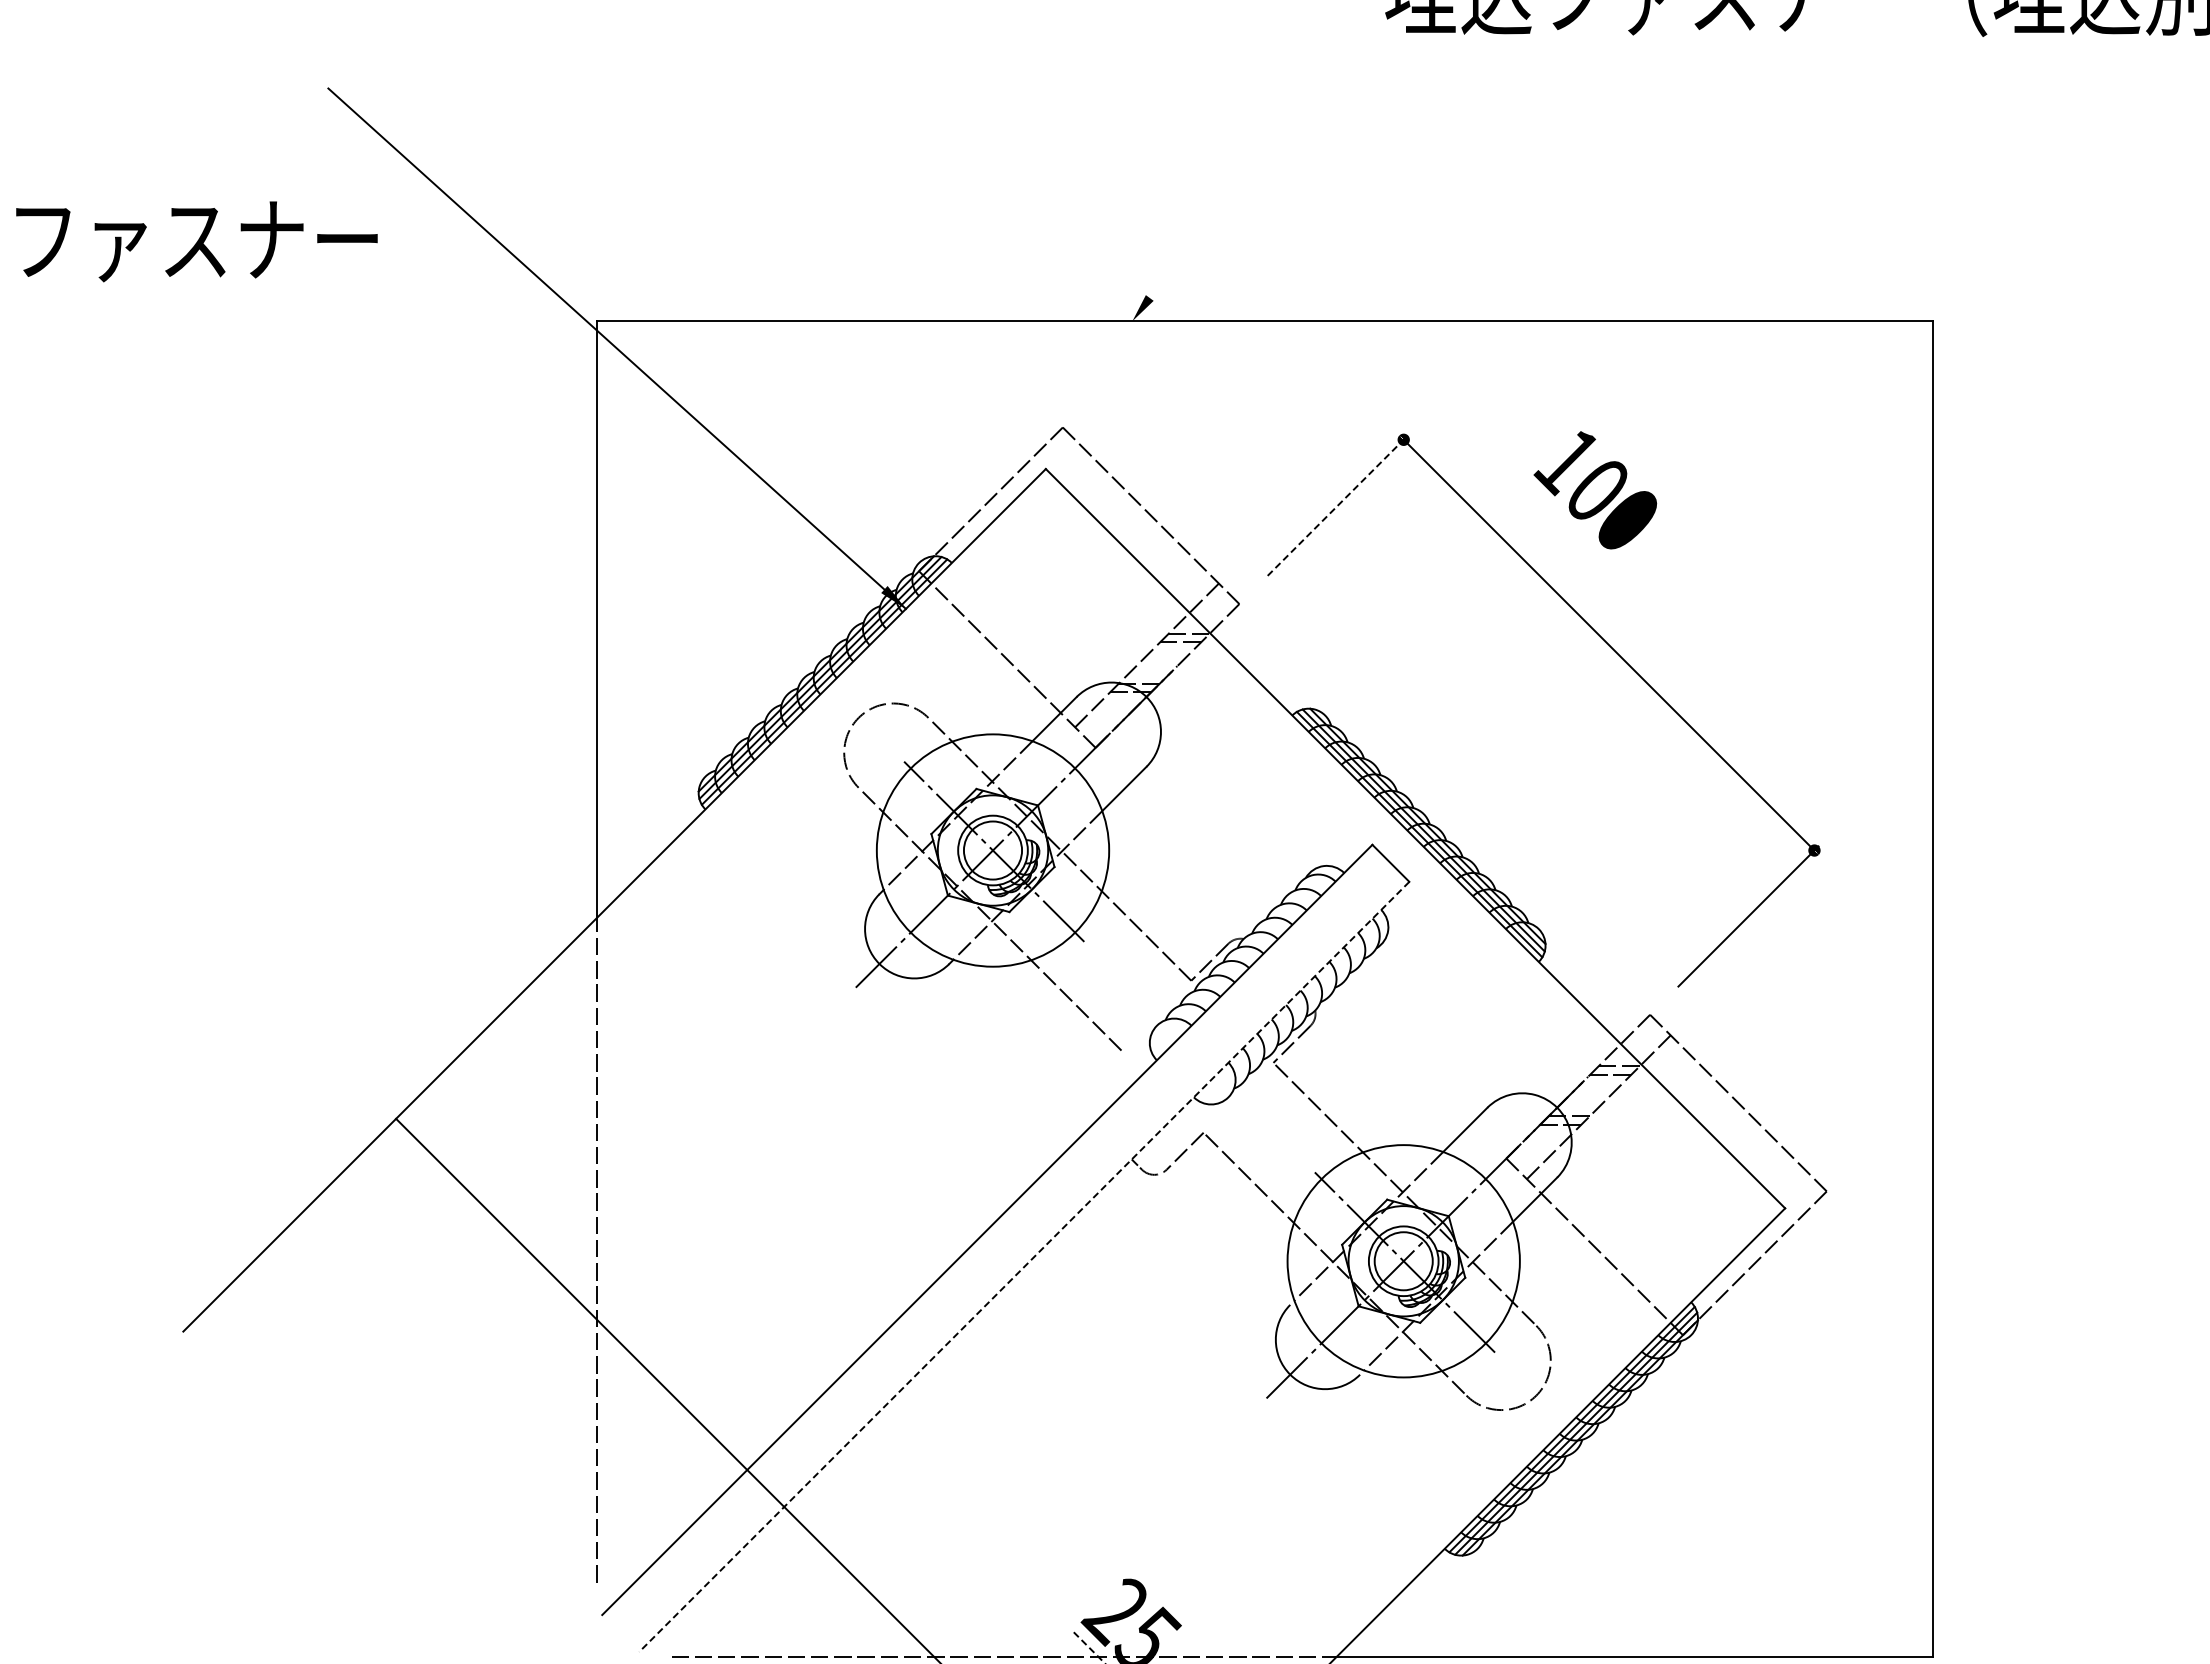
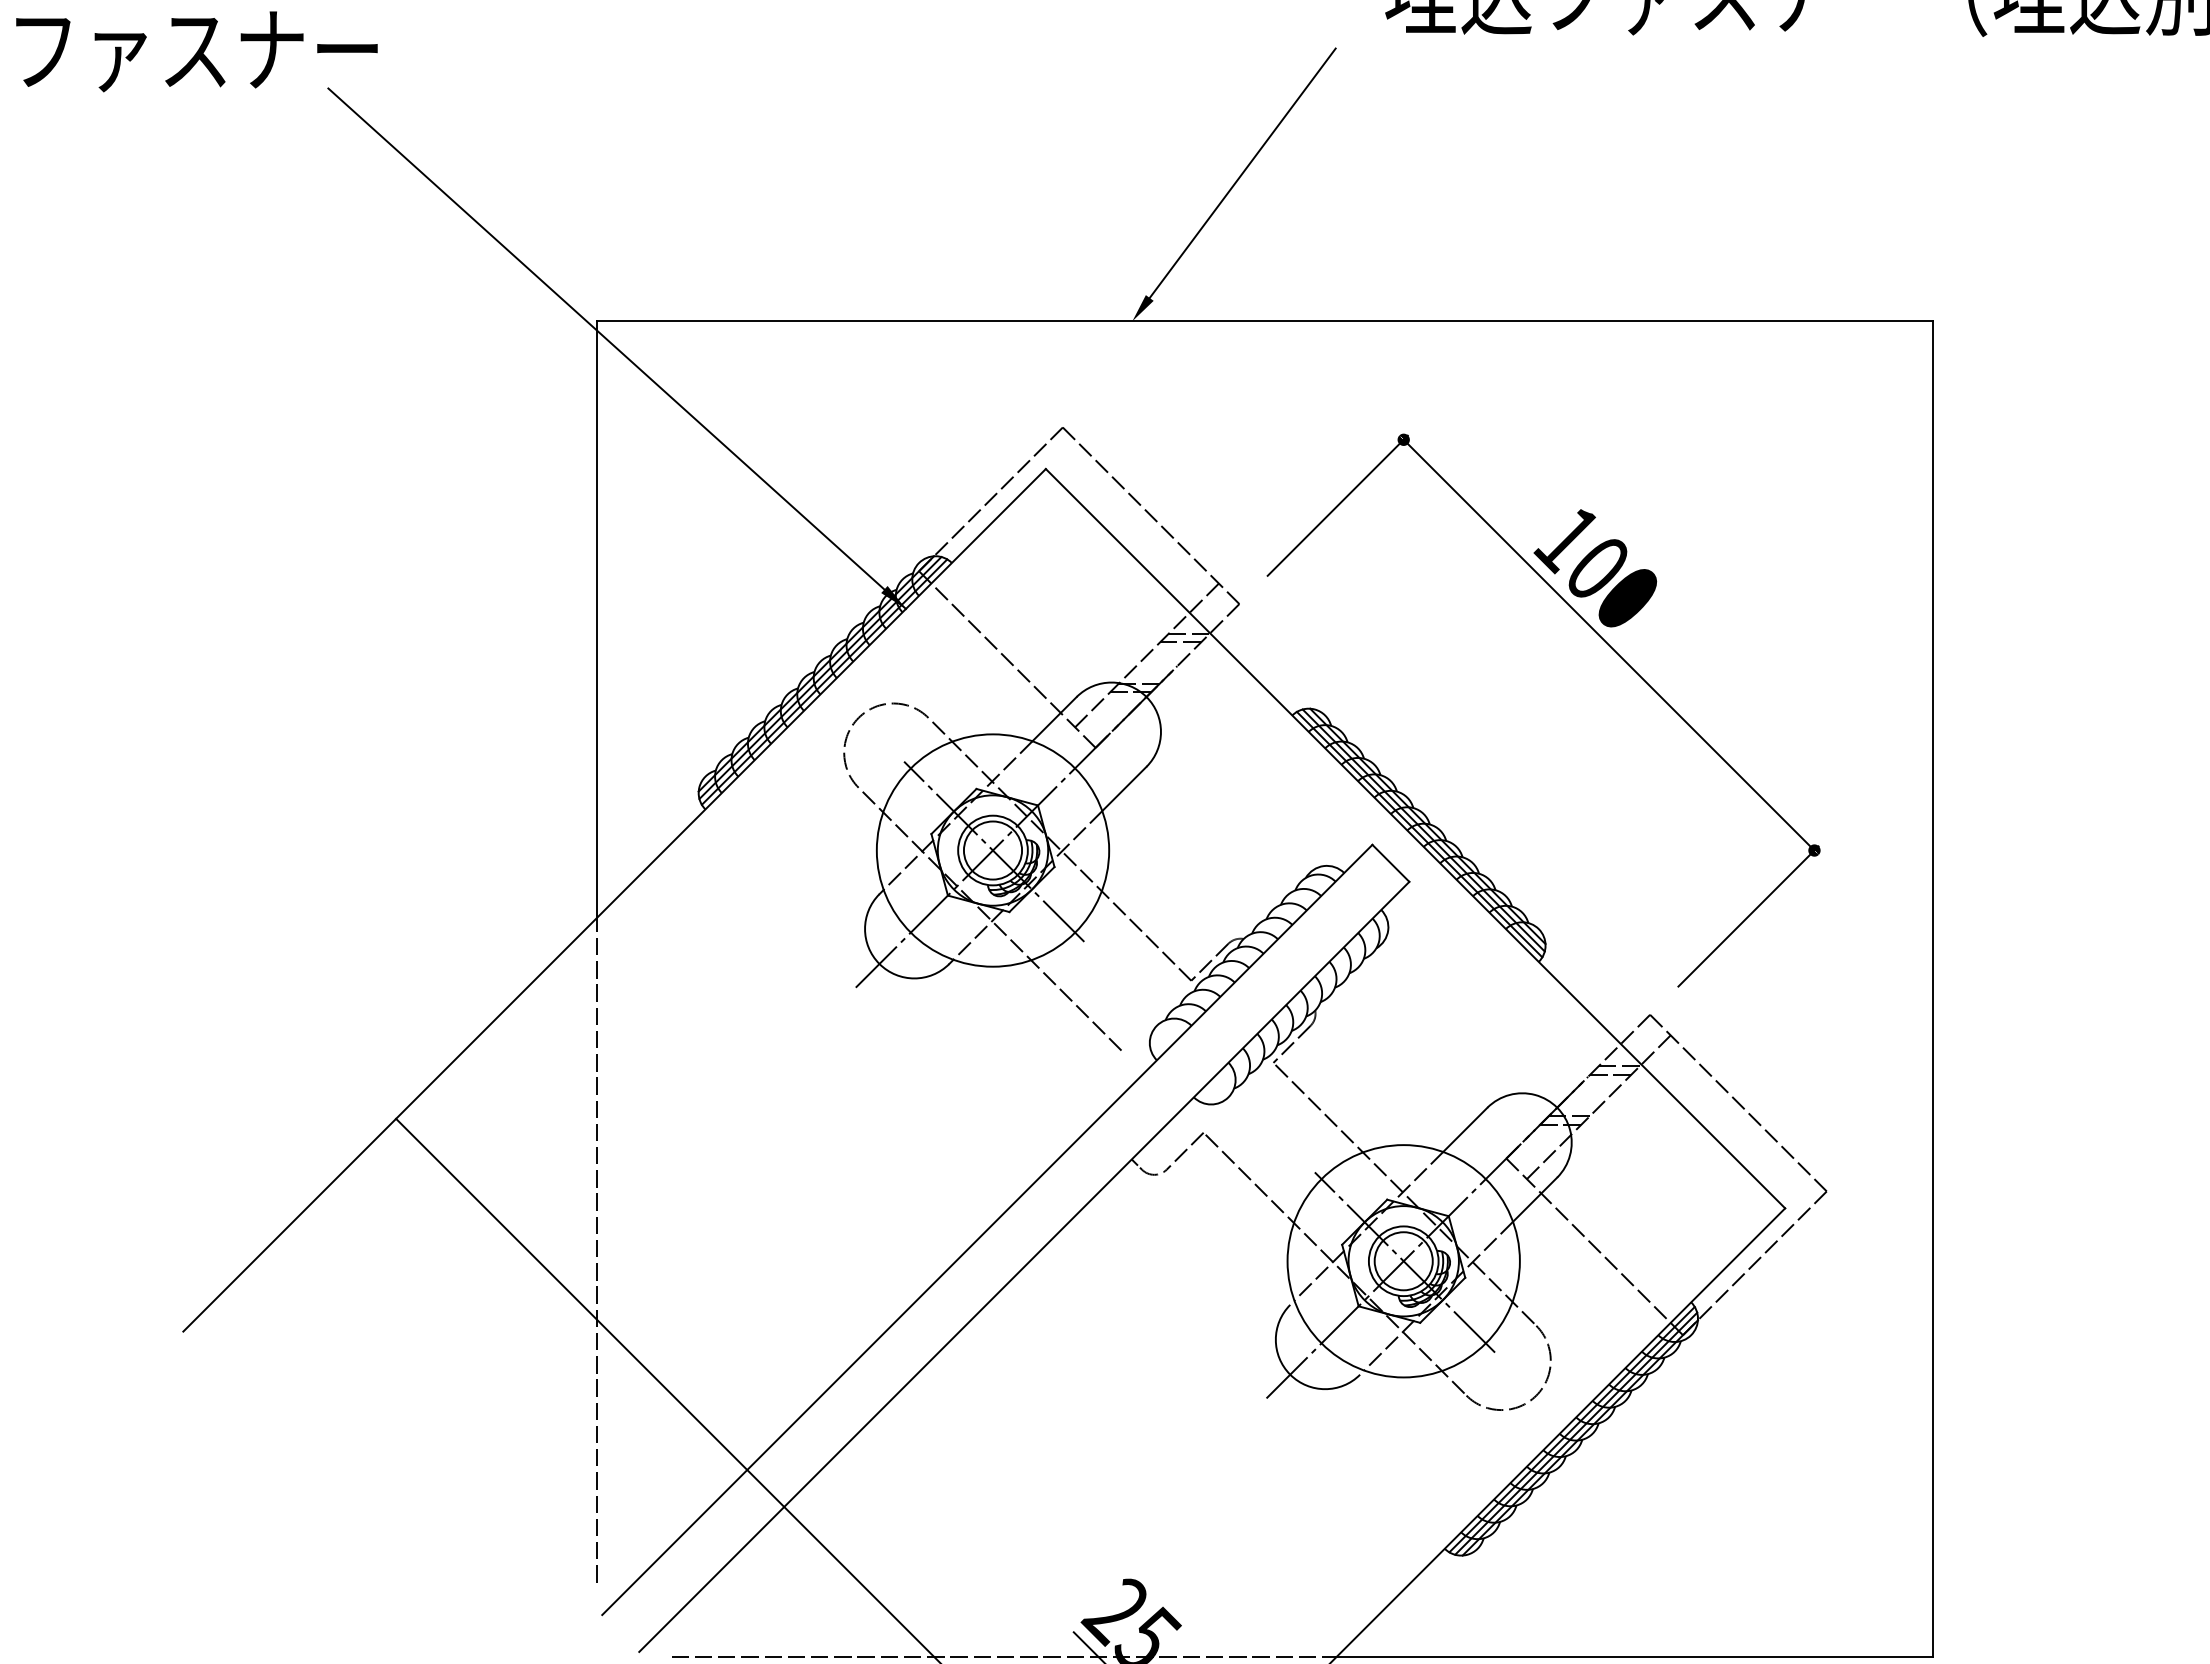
line at (1242, 172): none -> present
text at (196, 241) position: (196, 241) -> (196, 51)
text at (1595, 490) position: (1595, 490) -> (1595, 568)
line at (1338, 505): dashed -> solid
line at (1024, 1266): dashed -> solid
line at (1089, 1648): dashed -> solid
